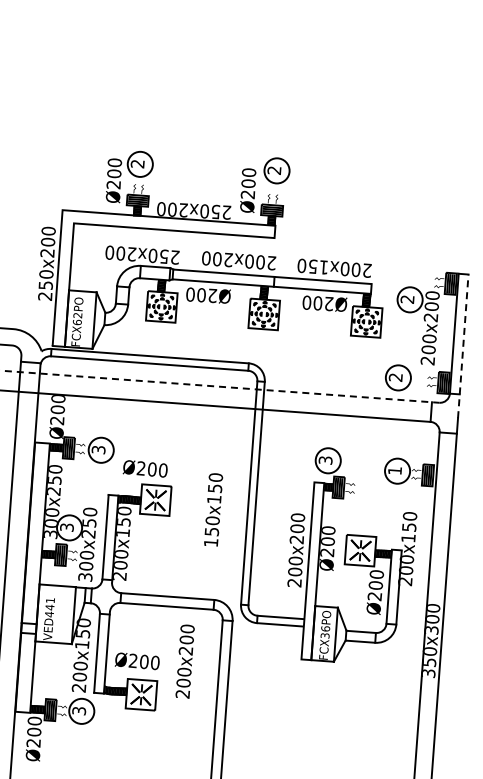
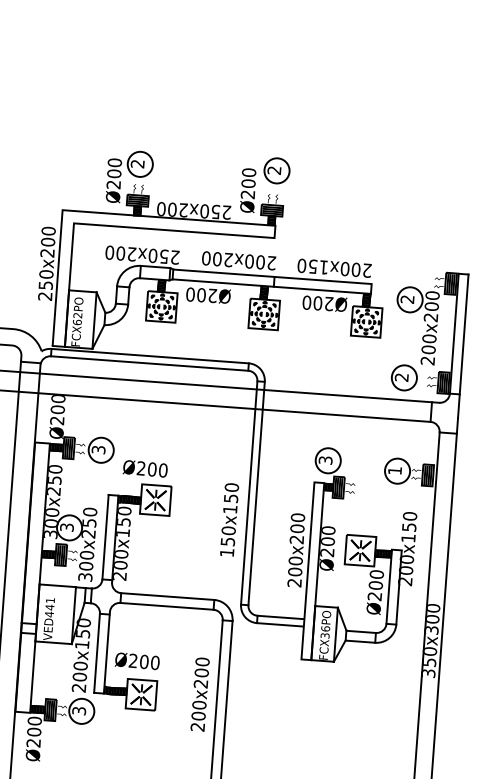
line at (463, 345): dashed -> solid
part at (398, 377) position: (398, 377) -> (404, 377)
line at (220, 386): dashed -> solid
text at (213, 509) position: (213, 509) -> (229, 519)
text at (184, 661) position: (184, 661) -> (199, 694)
